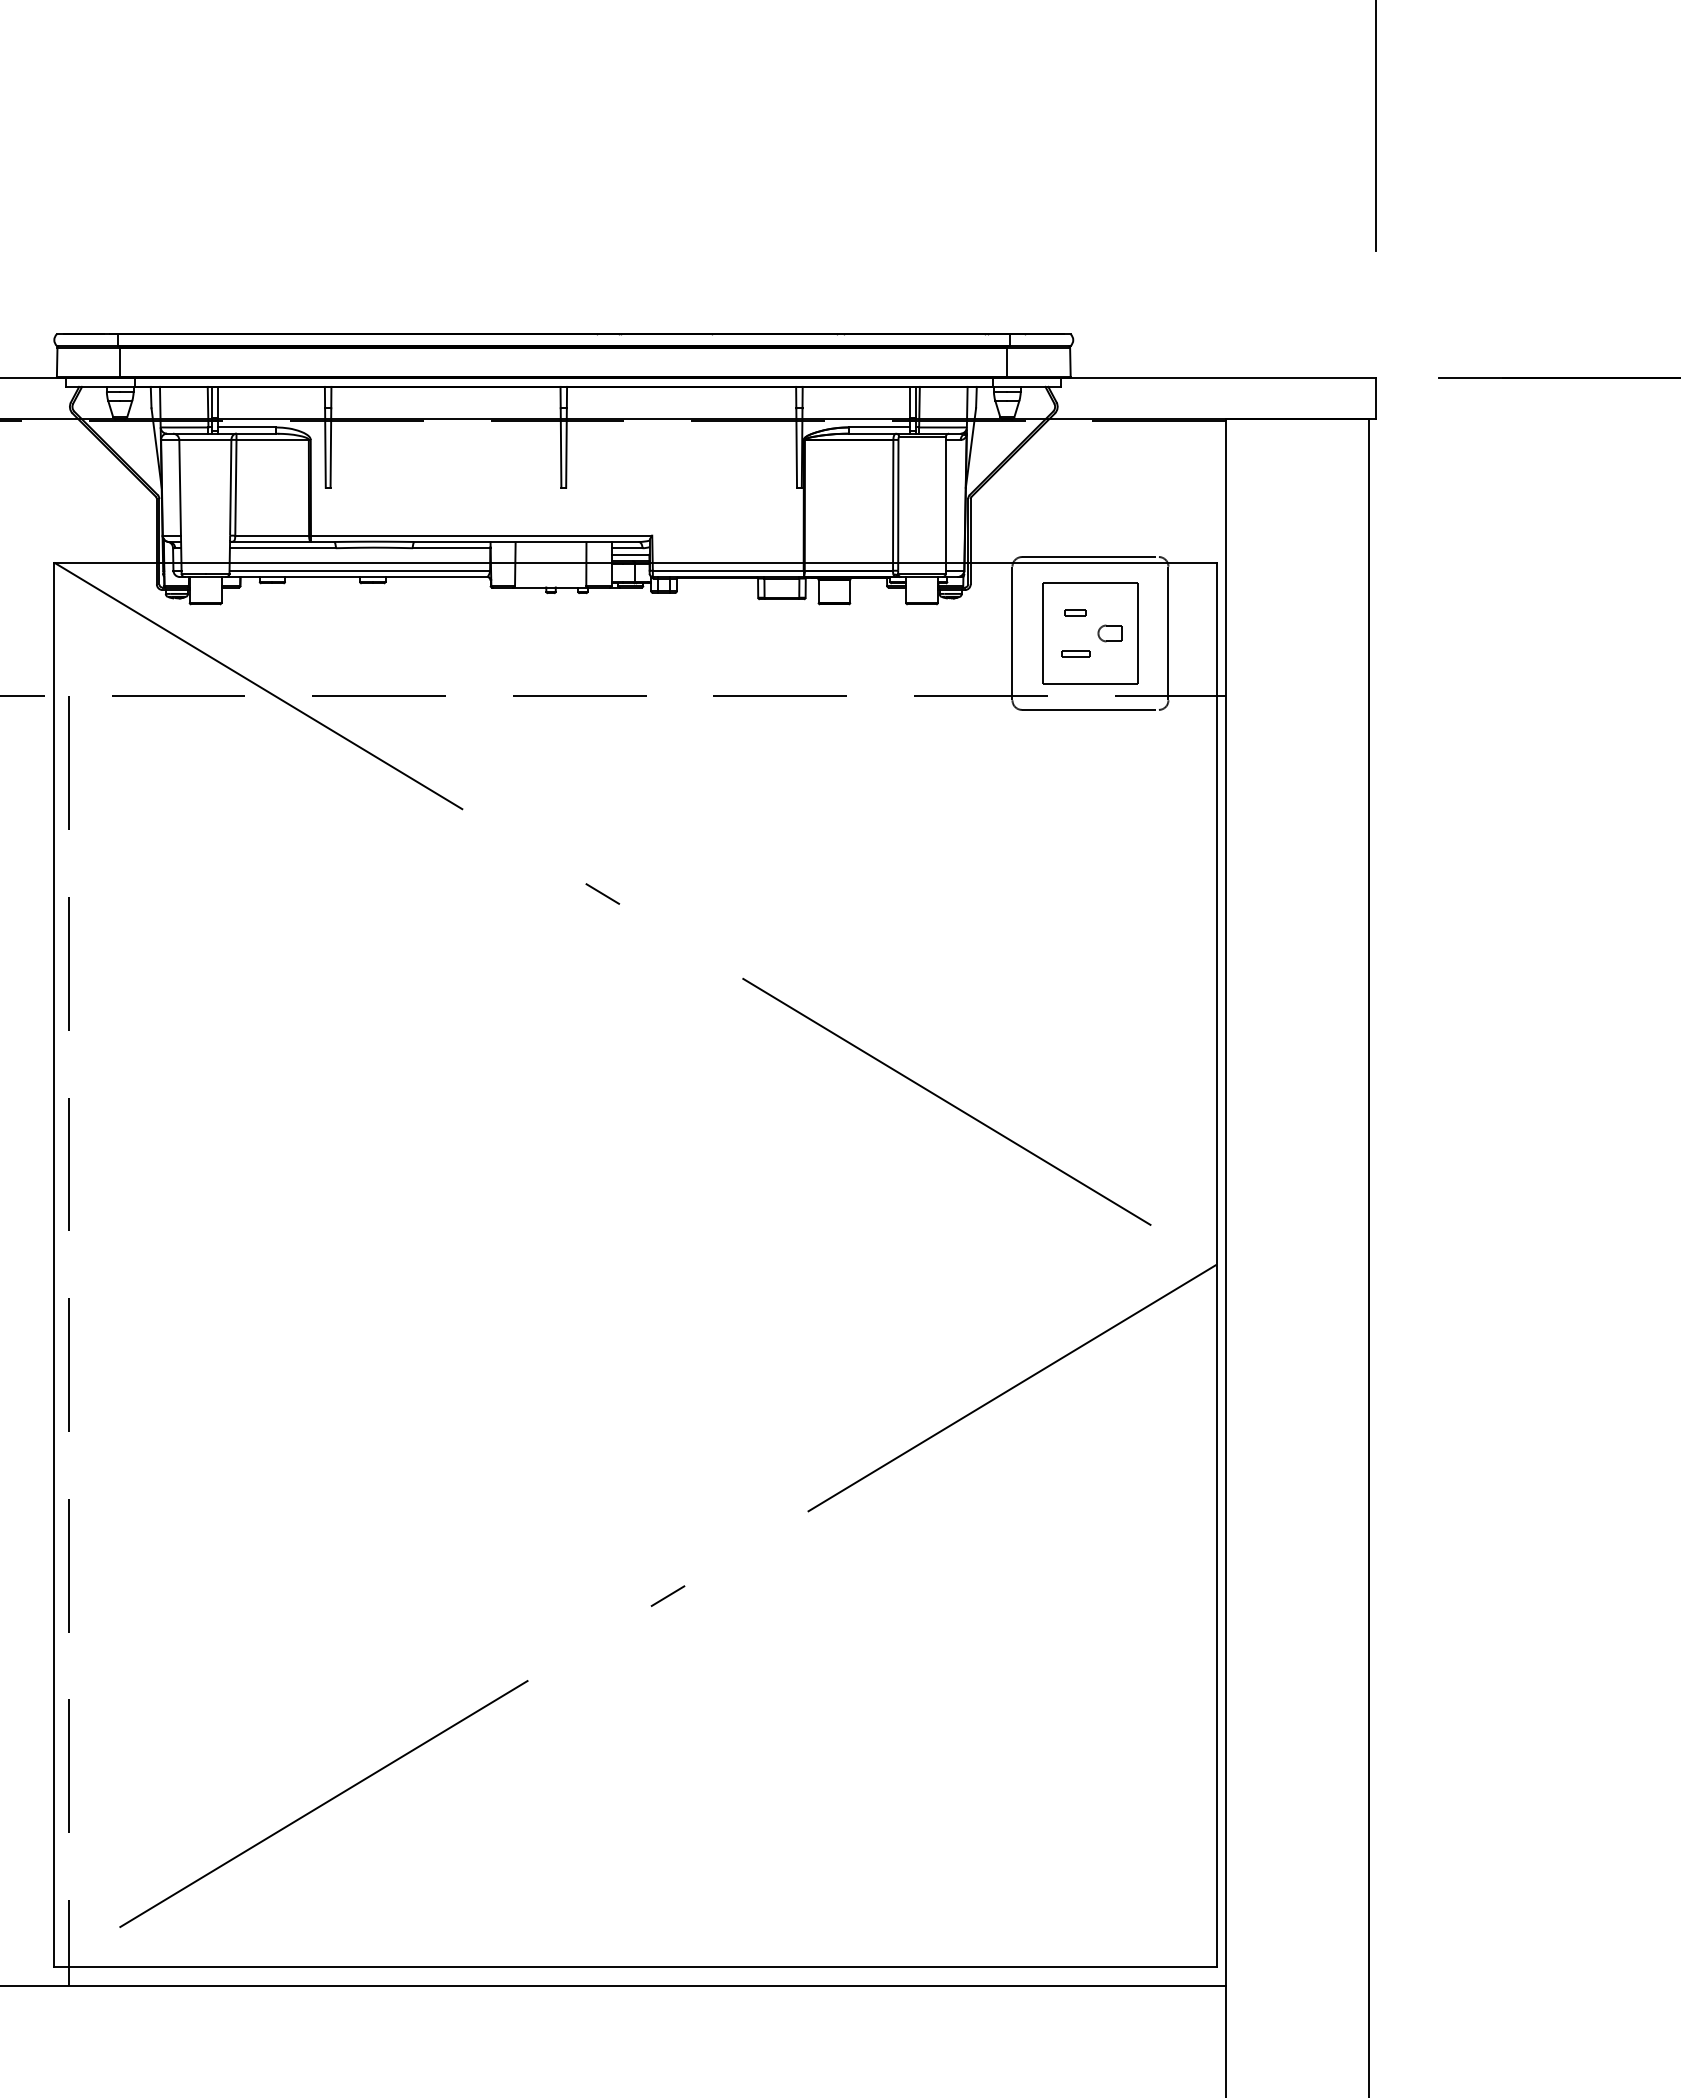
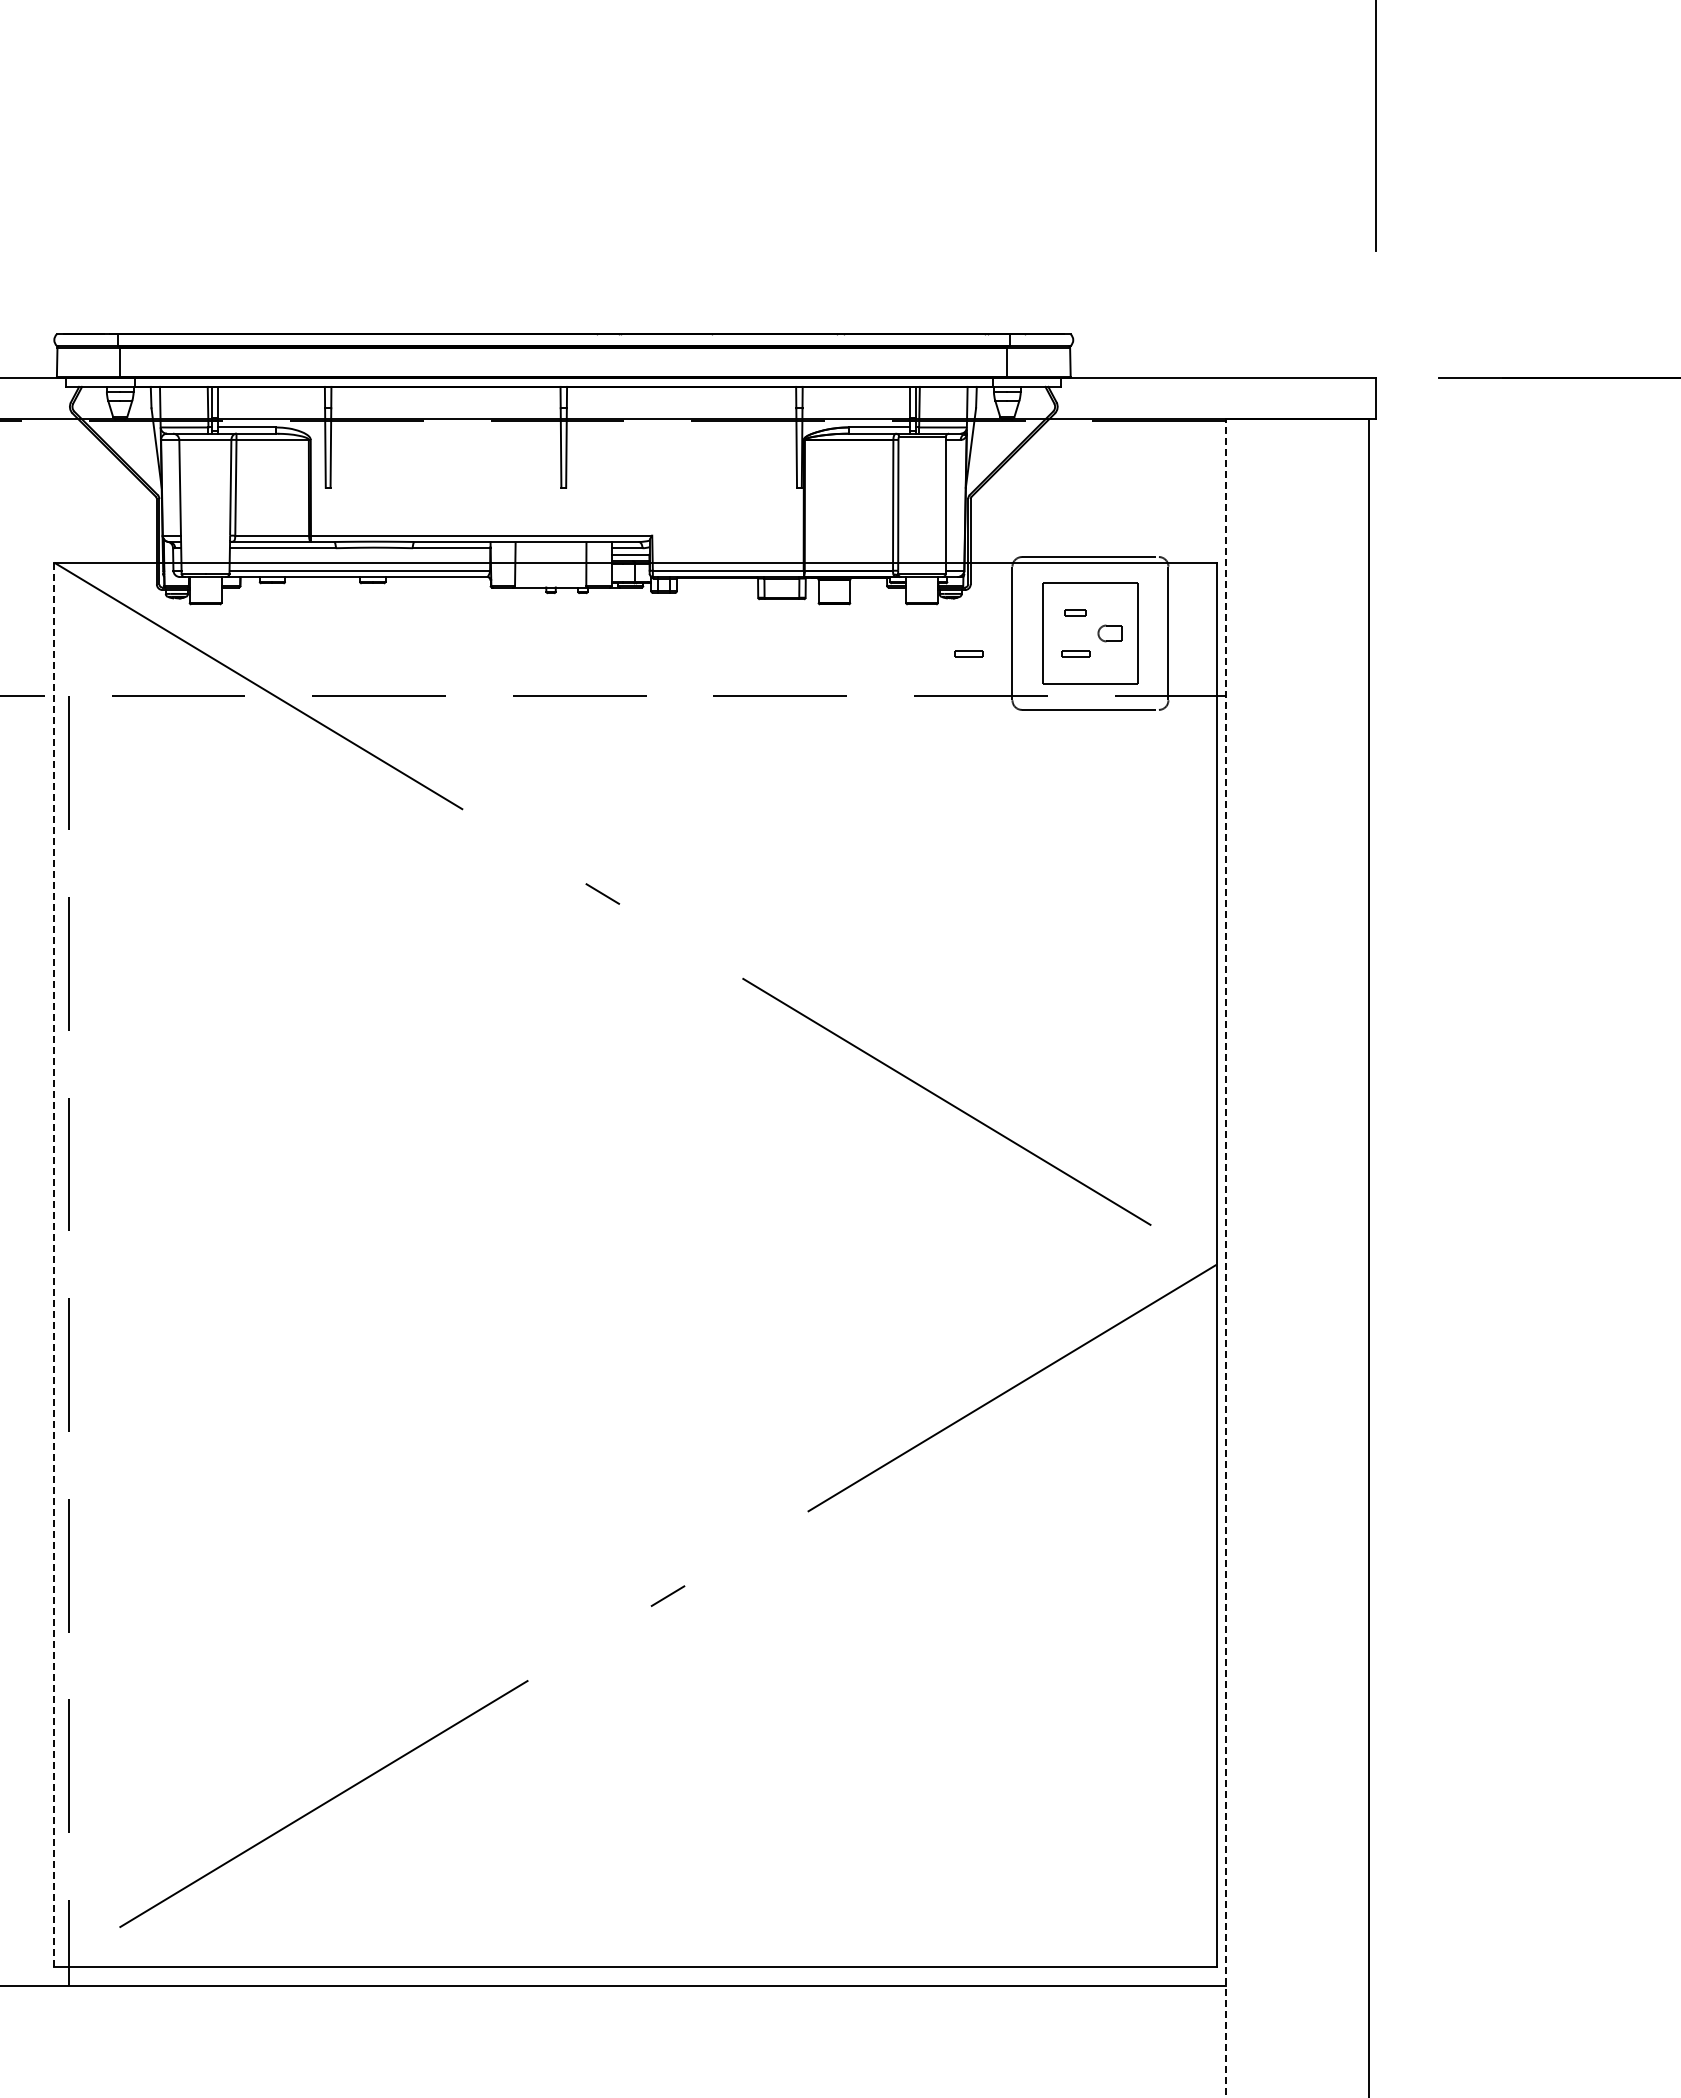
part at (968, 653): none -> present
line at (1226, 1258): solid -> dashed
line at (54, 1264): solid -> dashed
